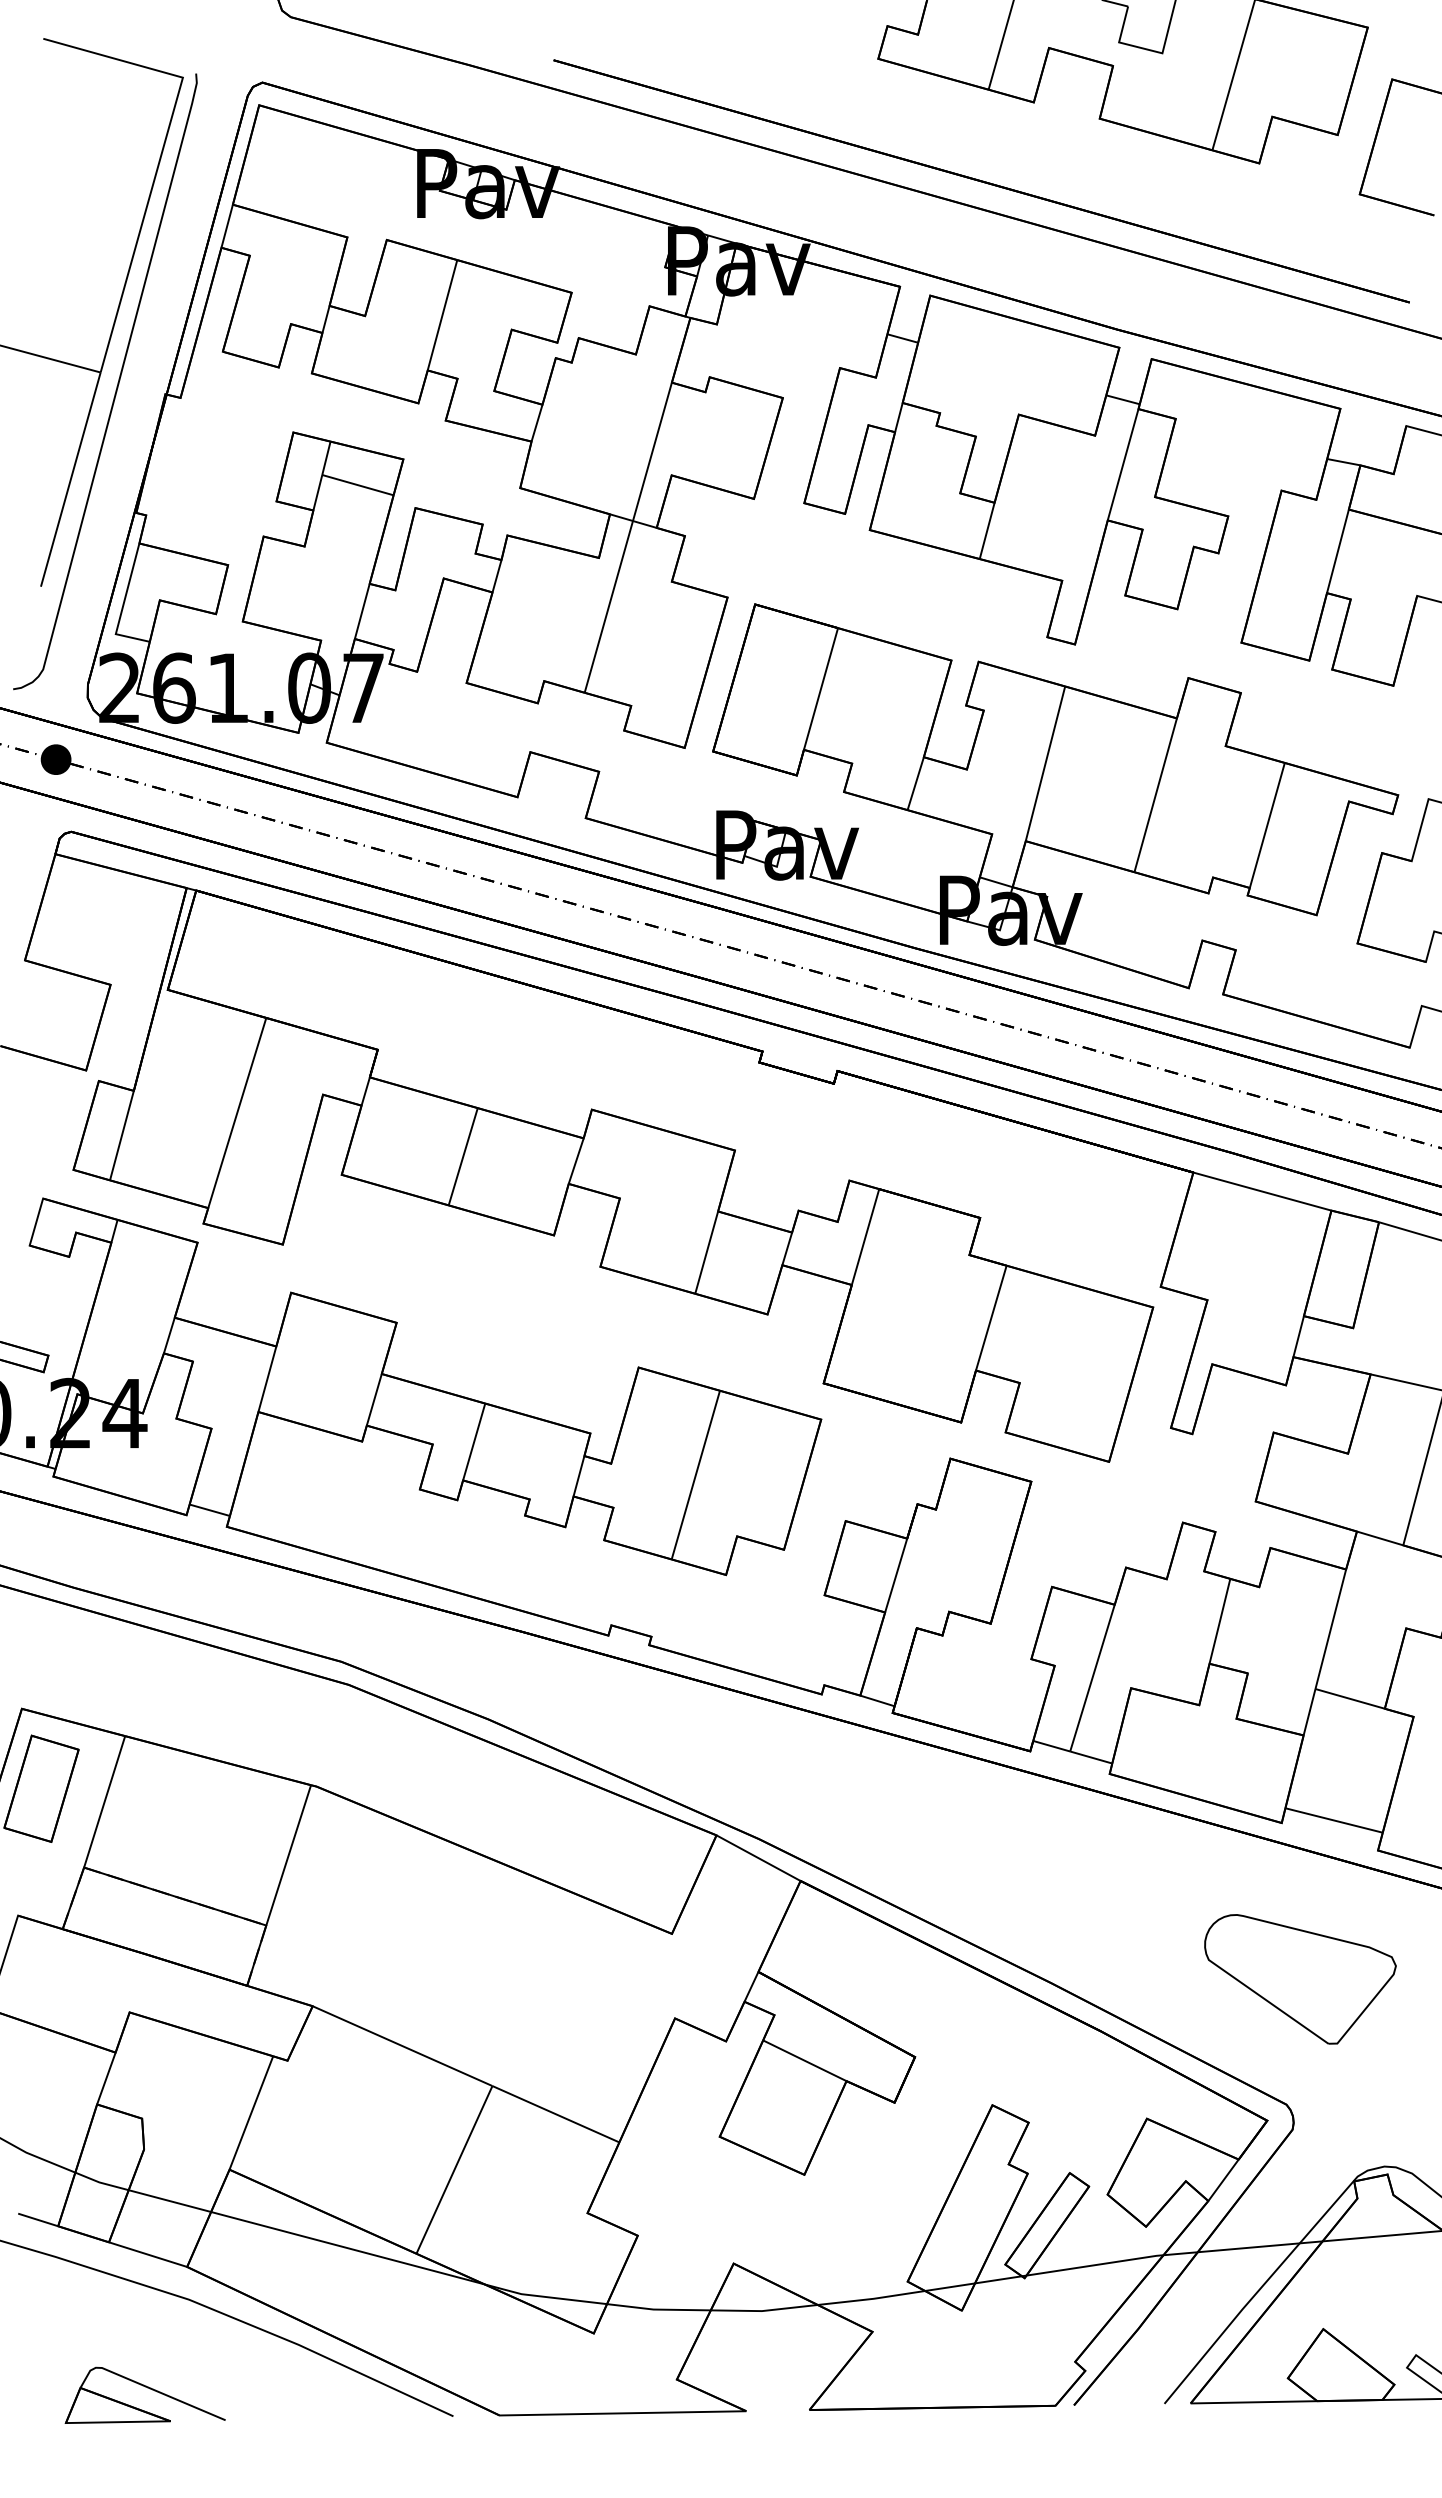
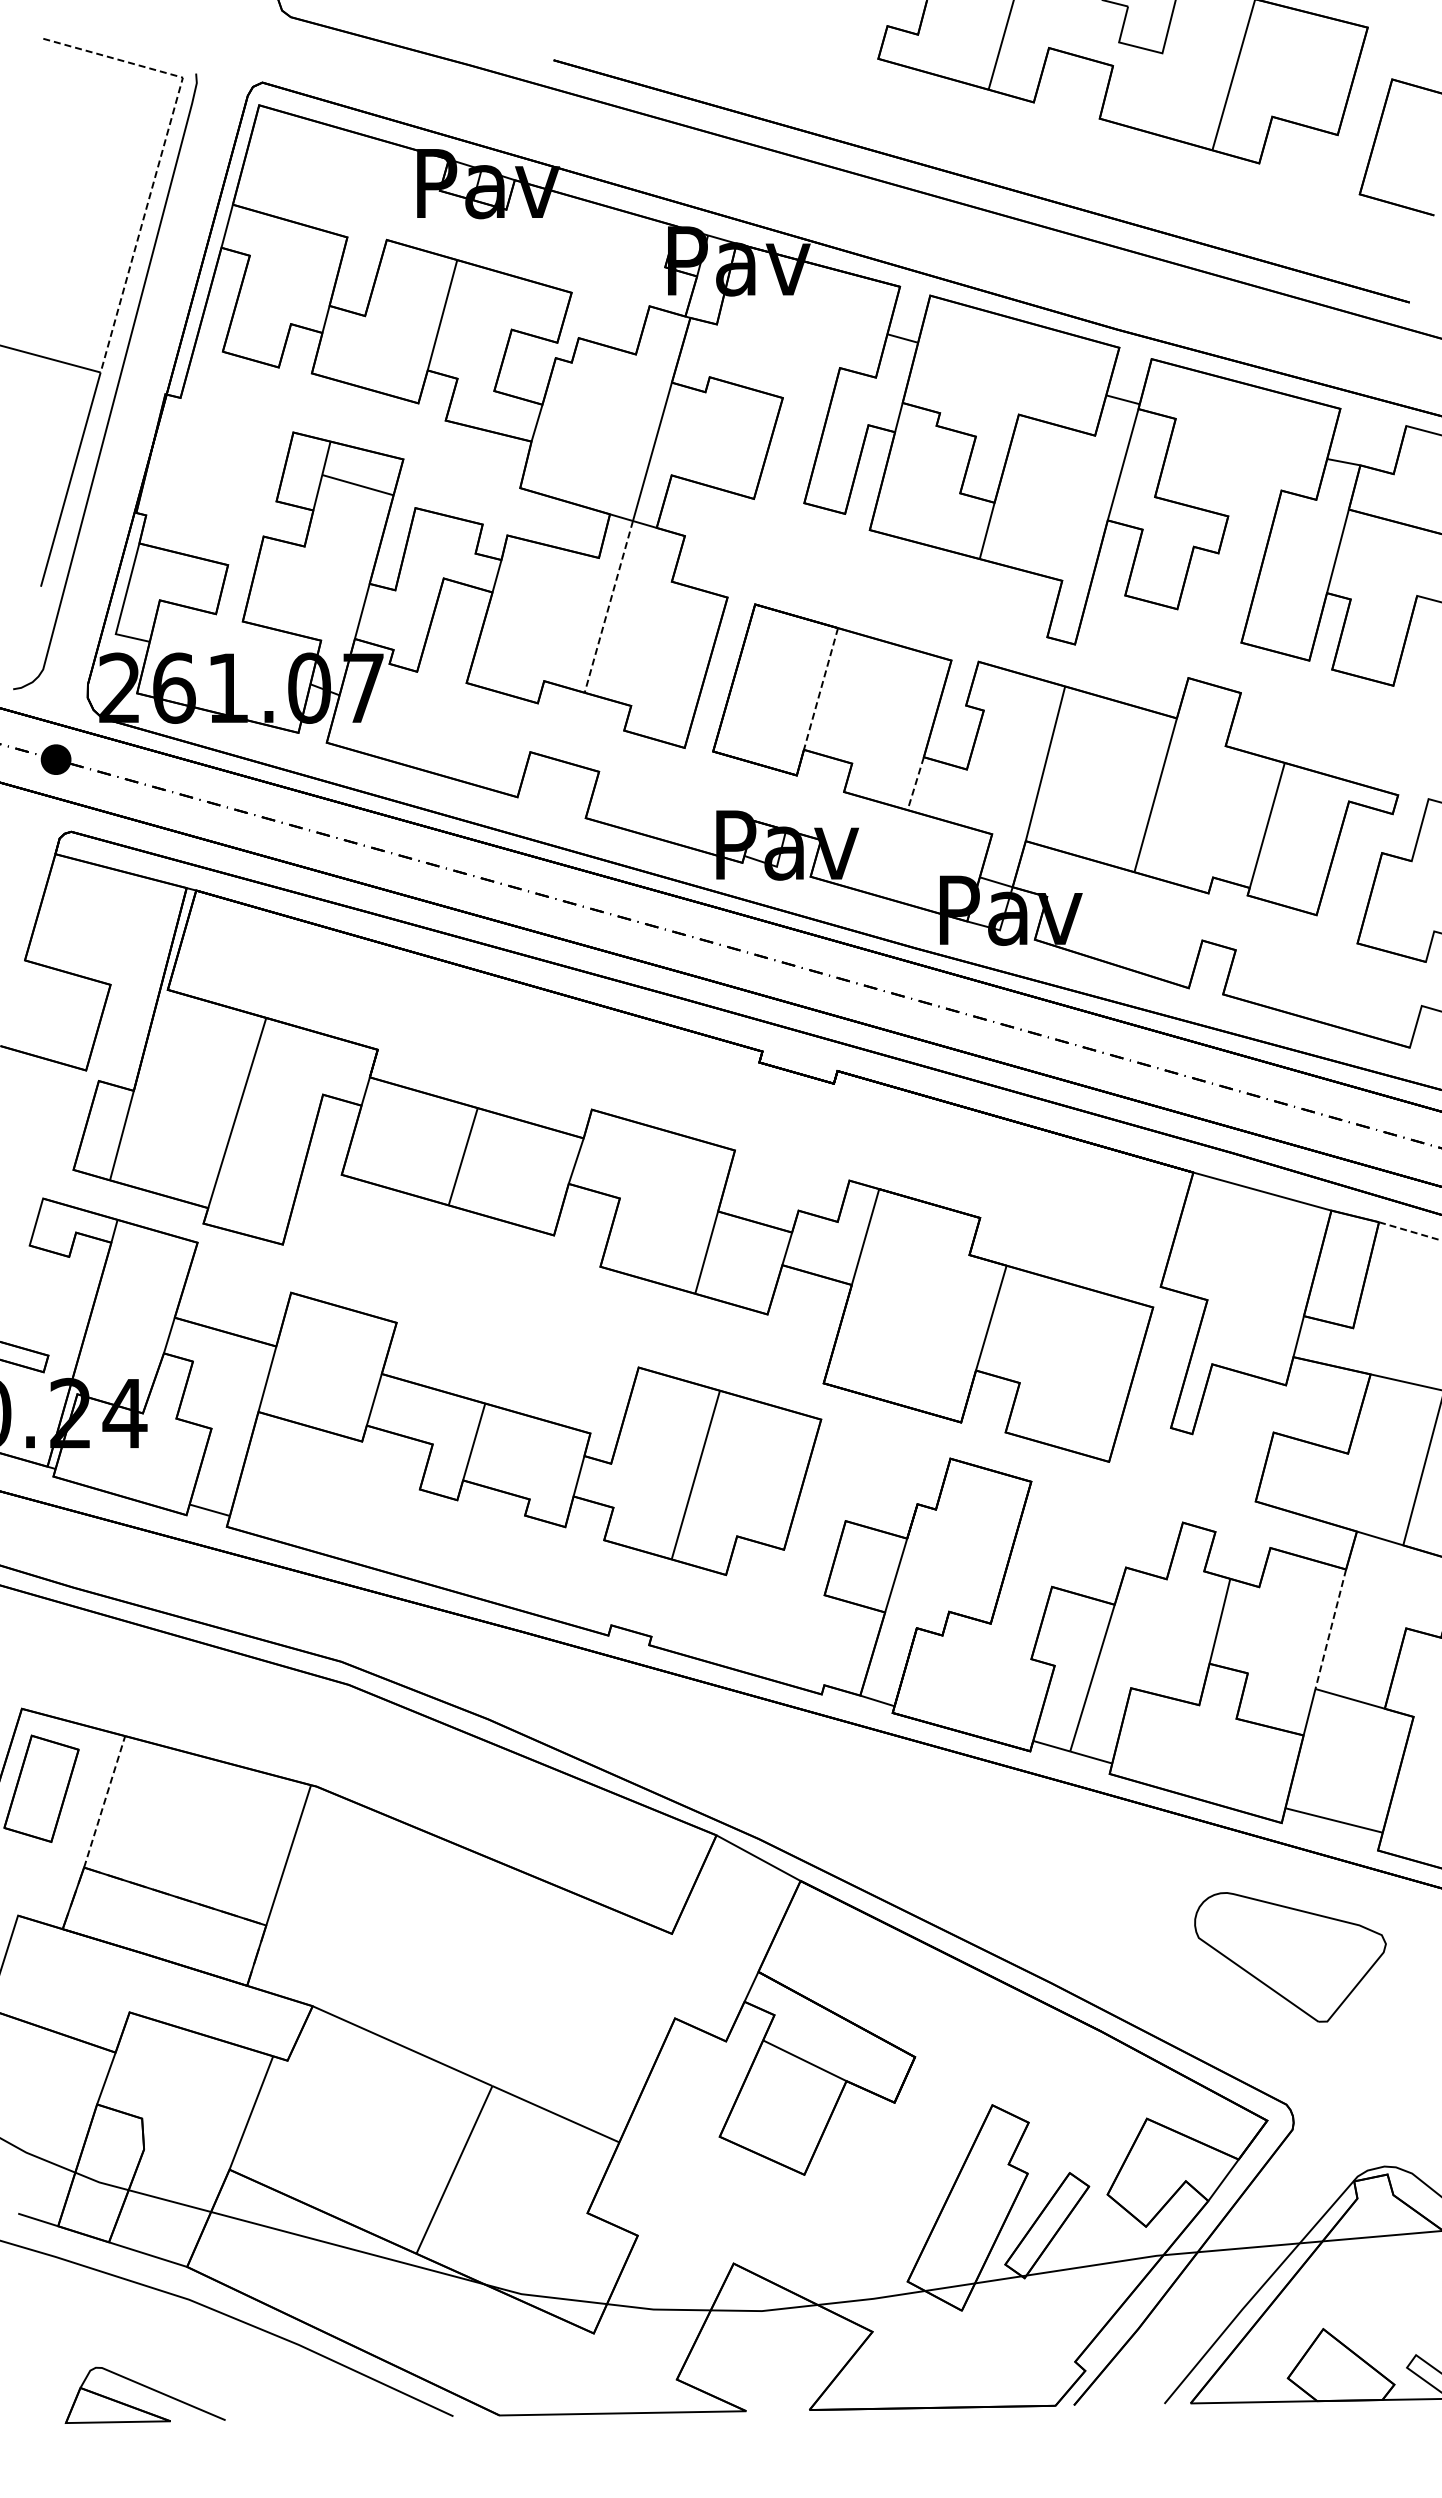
line at (161, 155): solid -> dashed
line at (608, 607): solid -> dashed
line at (820, 689): solid -> dashed
line at (915, 783): solid -> dashed
line at (1410, 1231): solid -> dashed
line at (1330, 1629): solid -> dashed
line at (104, 1801): solid -> dashed
part at (1300, 1979) position: (1300, 1979) -> (1290, 1957)
